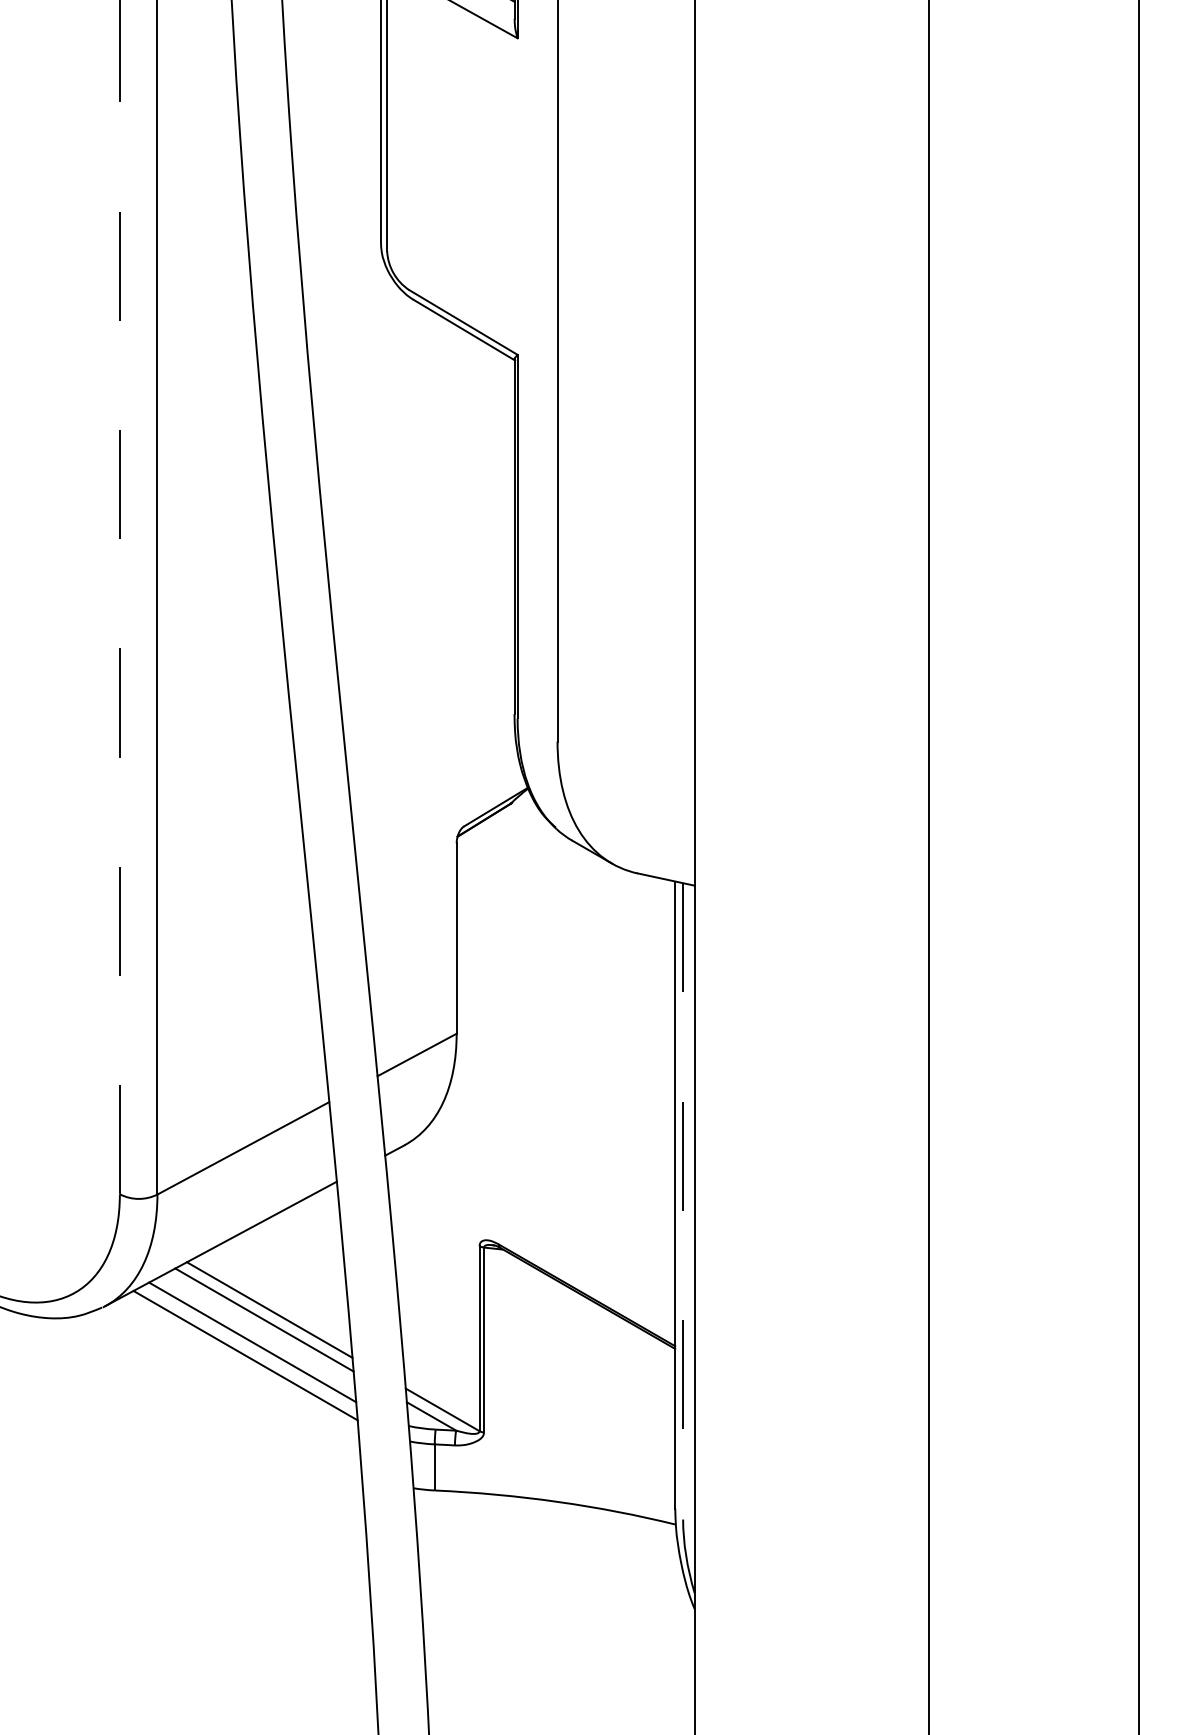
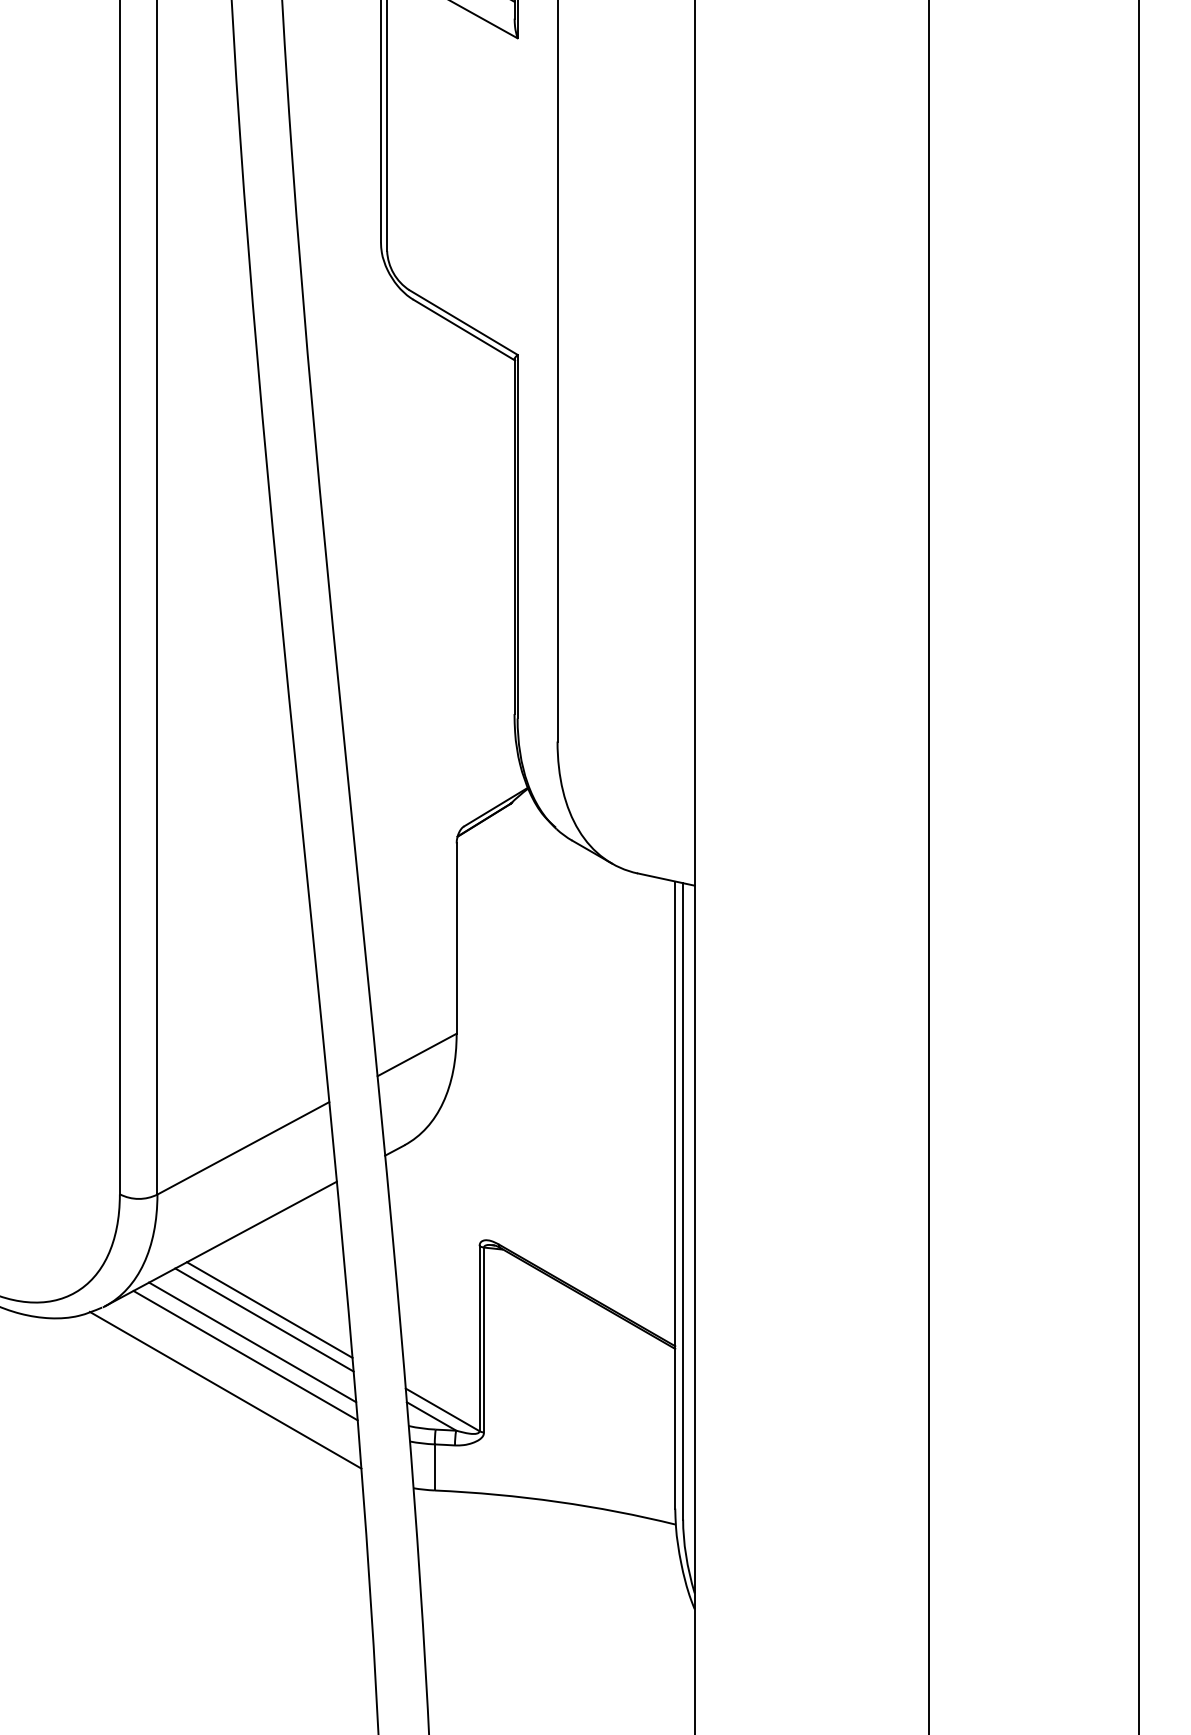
line at (119, 597): dashed -> solid
line at (683, 1201): dashed -> solid
line at (225, 1389): none -> present
